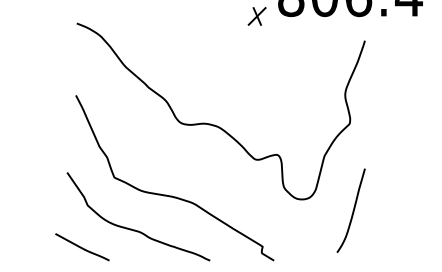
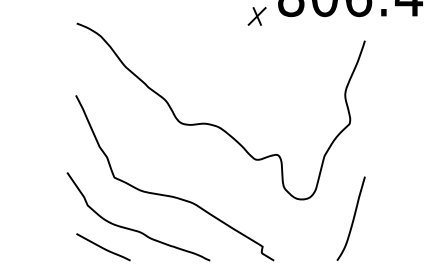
curve at (352, 210) position: (352, 210) -> (352, 218)
curve at (82, 247) position: (82, 247) -> (103, 247)
